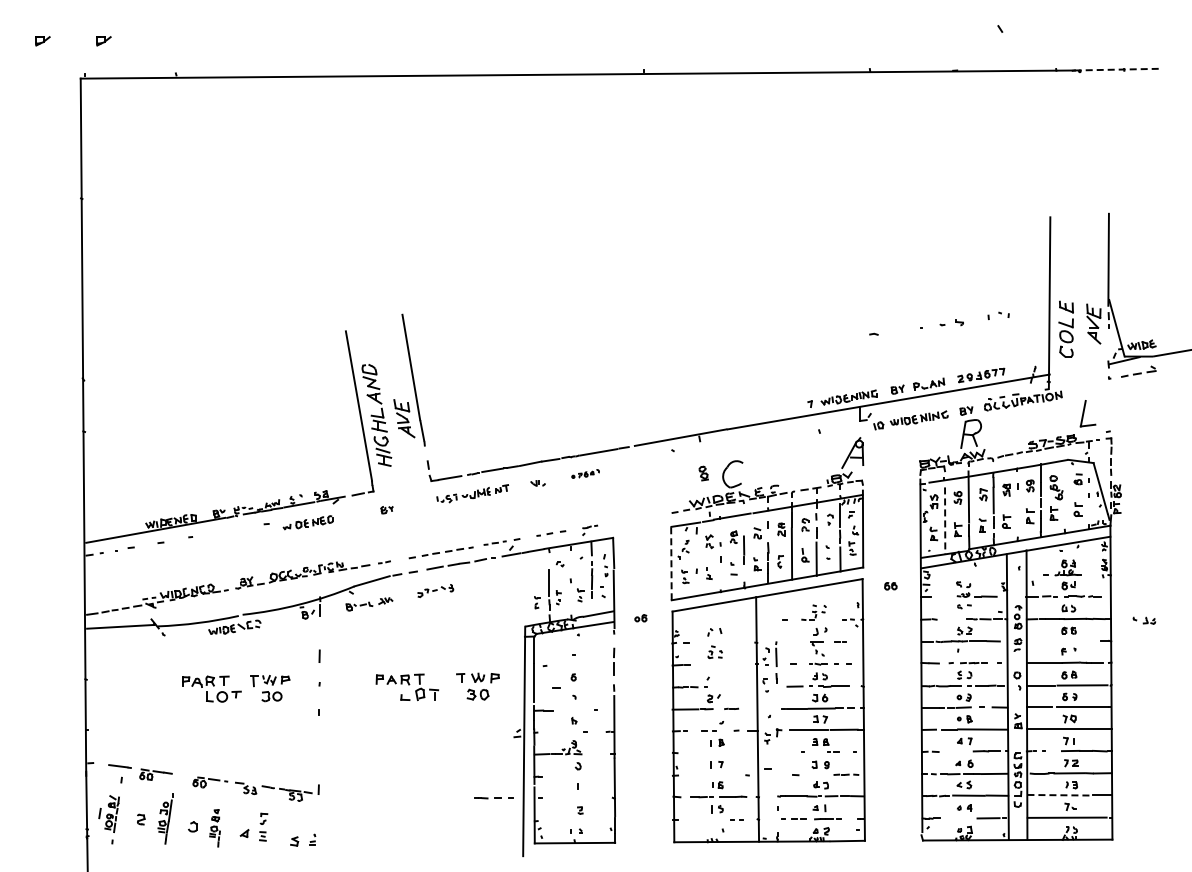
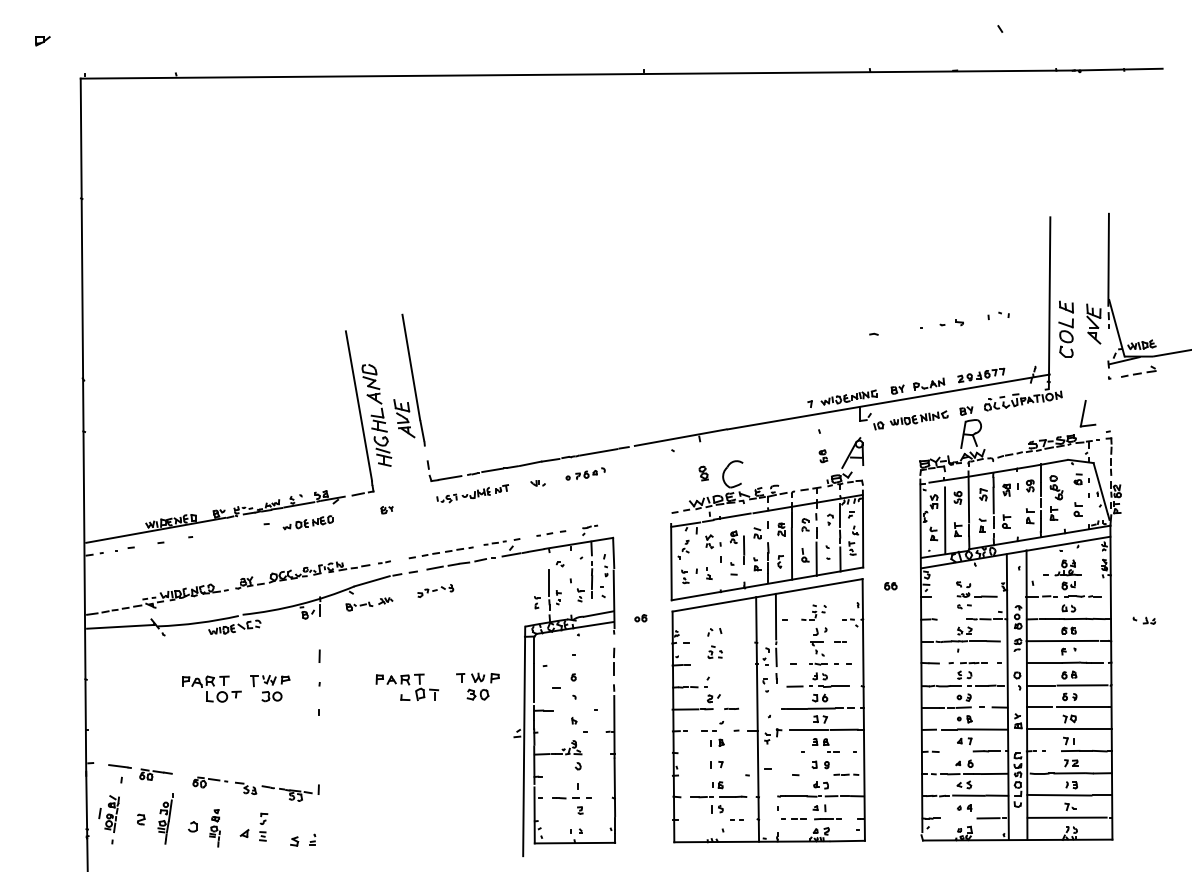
part at (103, 41): present -> none
line at (1118, 69): dashed -> solid
part at (823, 456): none -> present
part at (585, 473) size: 29x10 px -> 41x14 px
line at (945, 521): dashed -> solid
line at (671, 561): dashed -> solid
line at (775, 616): none -> present
line at (1062, 640): none -> present
line at (1059, 795): dashed -> solid
part at (493, 798) position: (493, 798) -> (571, 798)
